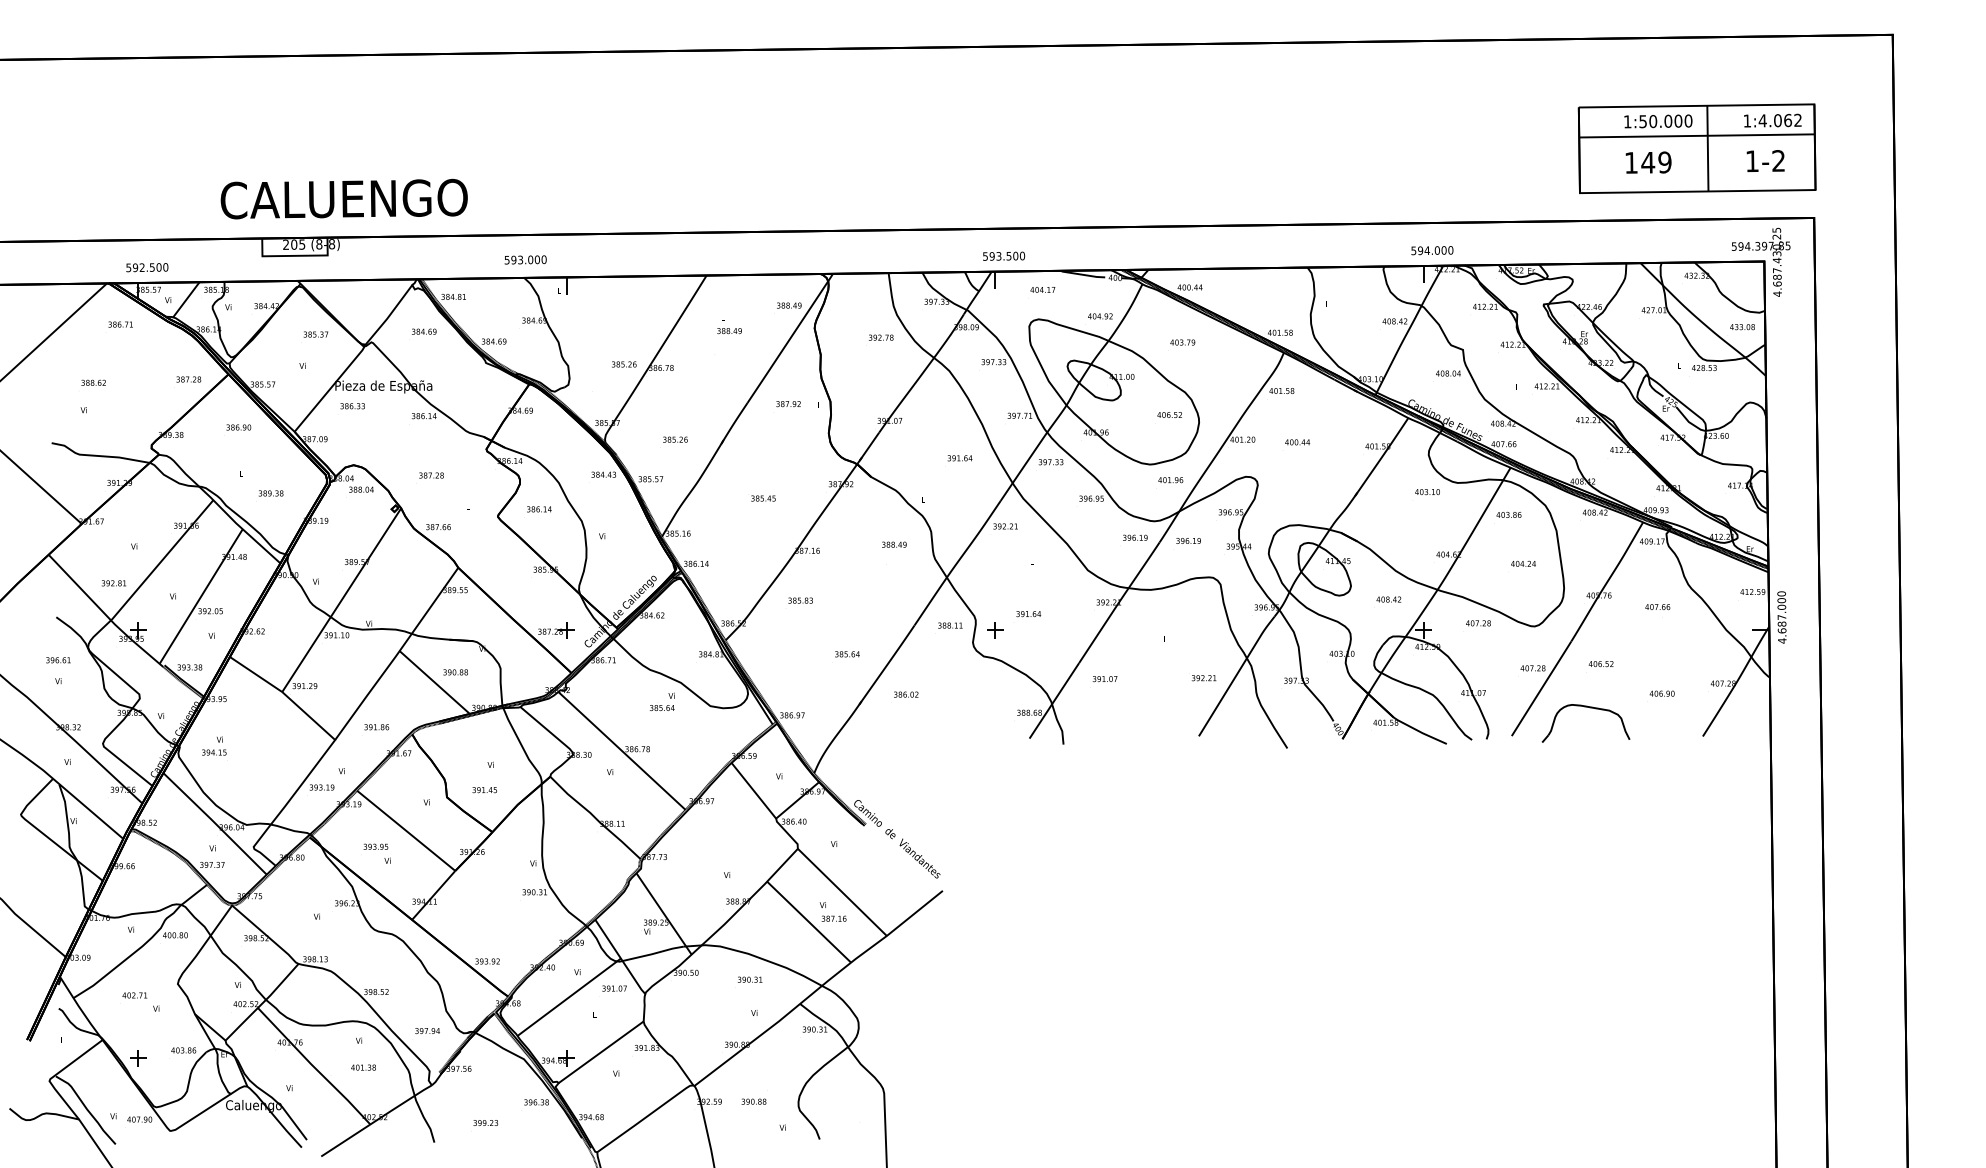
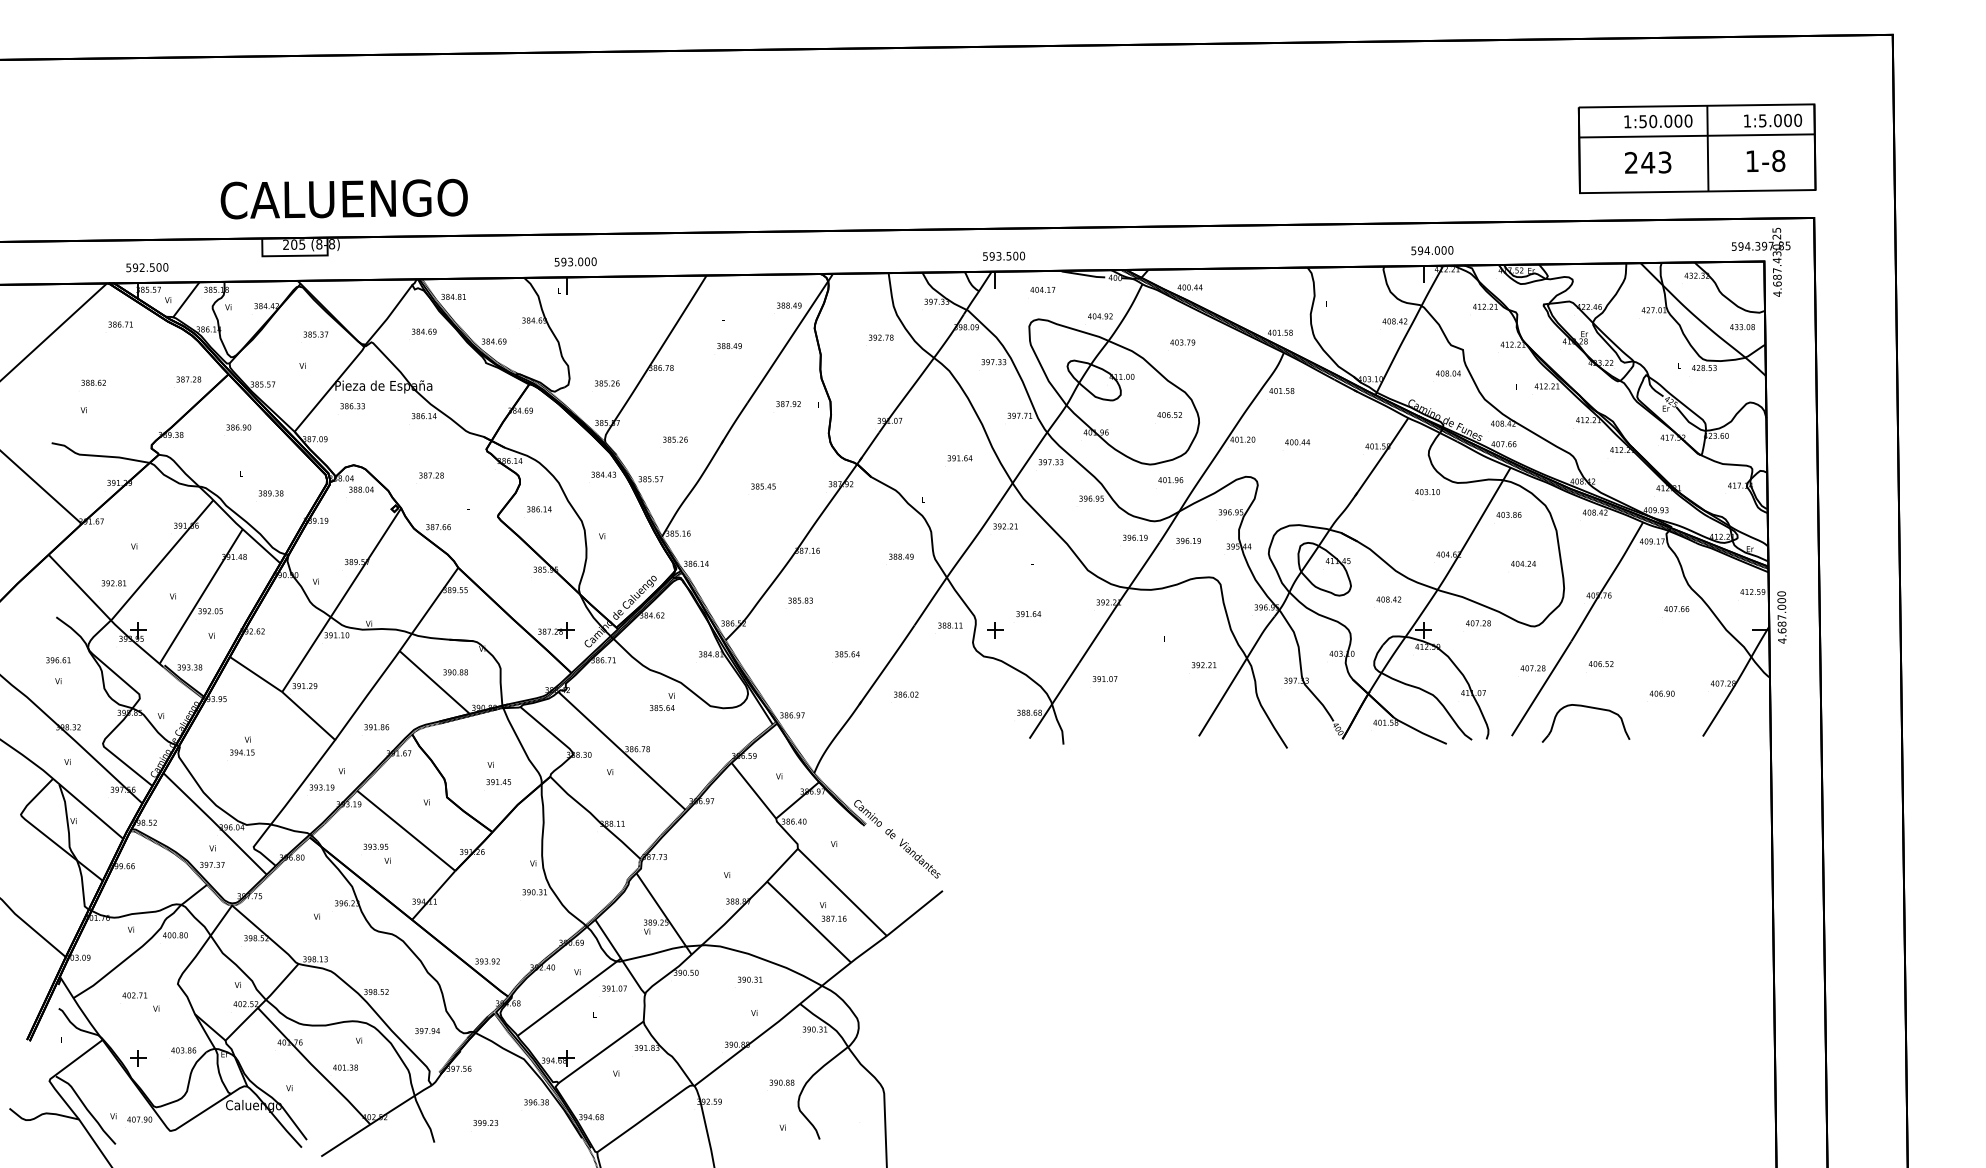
text at (1780, 120): 1:4.062 -> 1:5.000
text at (1778, 161): 1-2 -> 1-8
text at (1648, 162): 149 -> 243
text at (525, 259) position: (525, 259) -> (575, 261)
text at (729, 331) position: (729, 331) -> (729, 346)
text at (624, 364) position: (624, 364) -> (607, 383)
text at (763, 498) position: (763, 498) -> (763, 486)
text at (894, 544) position: (894, 544) -> (901, 556)
text at (1657, 607) position: (1657, 607) -> (1676, 609)
text at (1203, 678) position: (1203, 678) -> (1203, 665)
text at (214, 745) position: (214, 745) -> (242, 745)
text at (484, 790) position: (484, 790) -> (498, 782)
text at (363, 1067) position: (363, 1067) -> (345, 1067)
text at (753, 1101) position: (753, 1101) -> (781, 1082)
